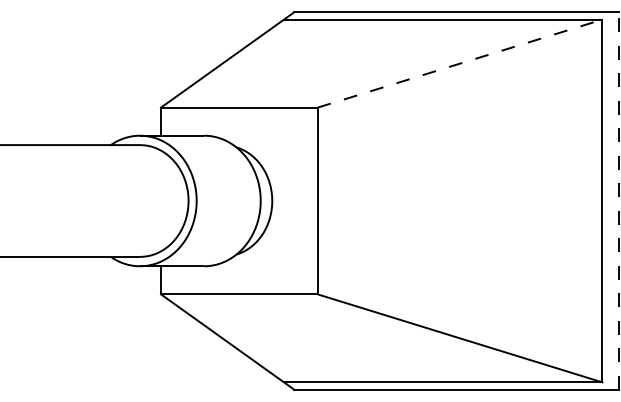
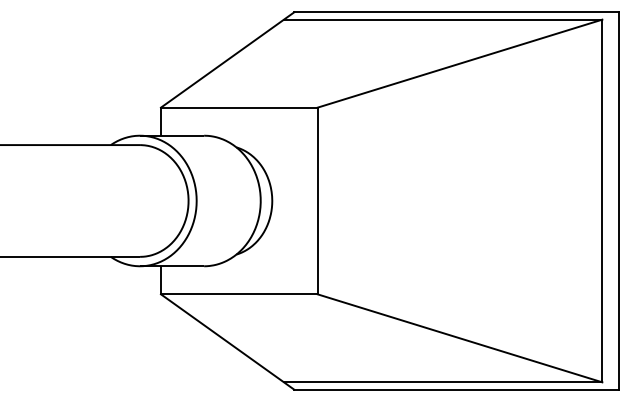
line at (460, 63): dashed -> solid
line at (619, 201): dashed -> solid
